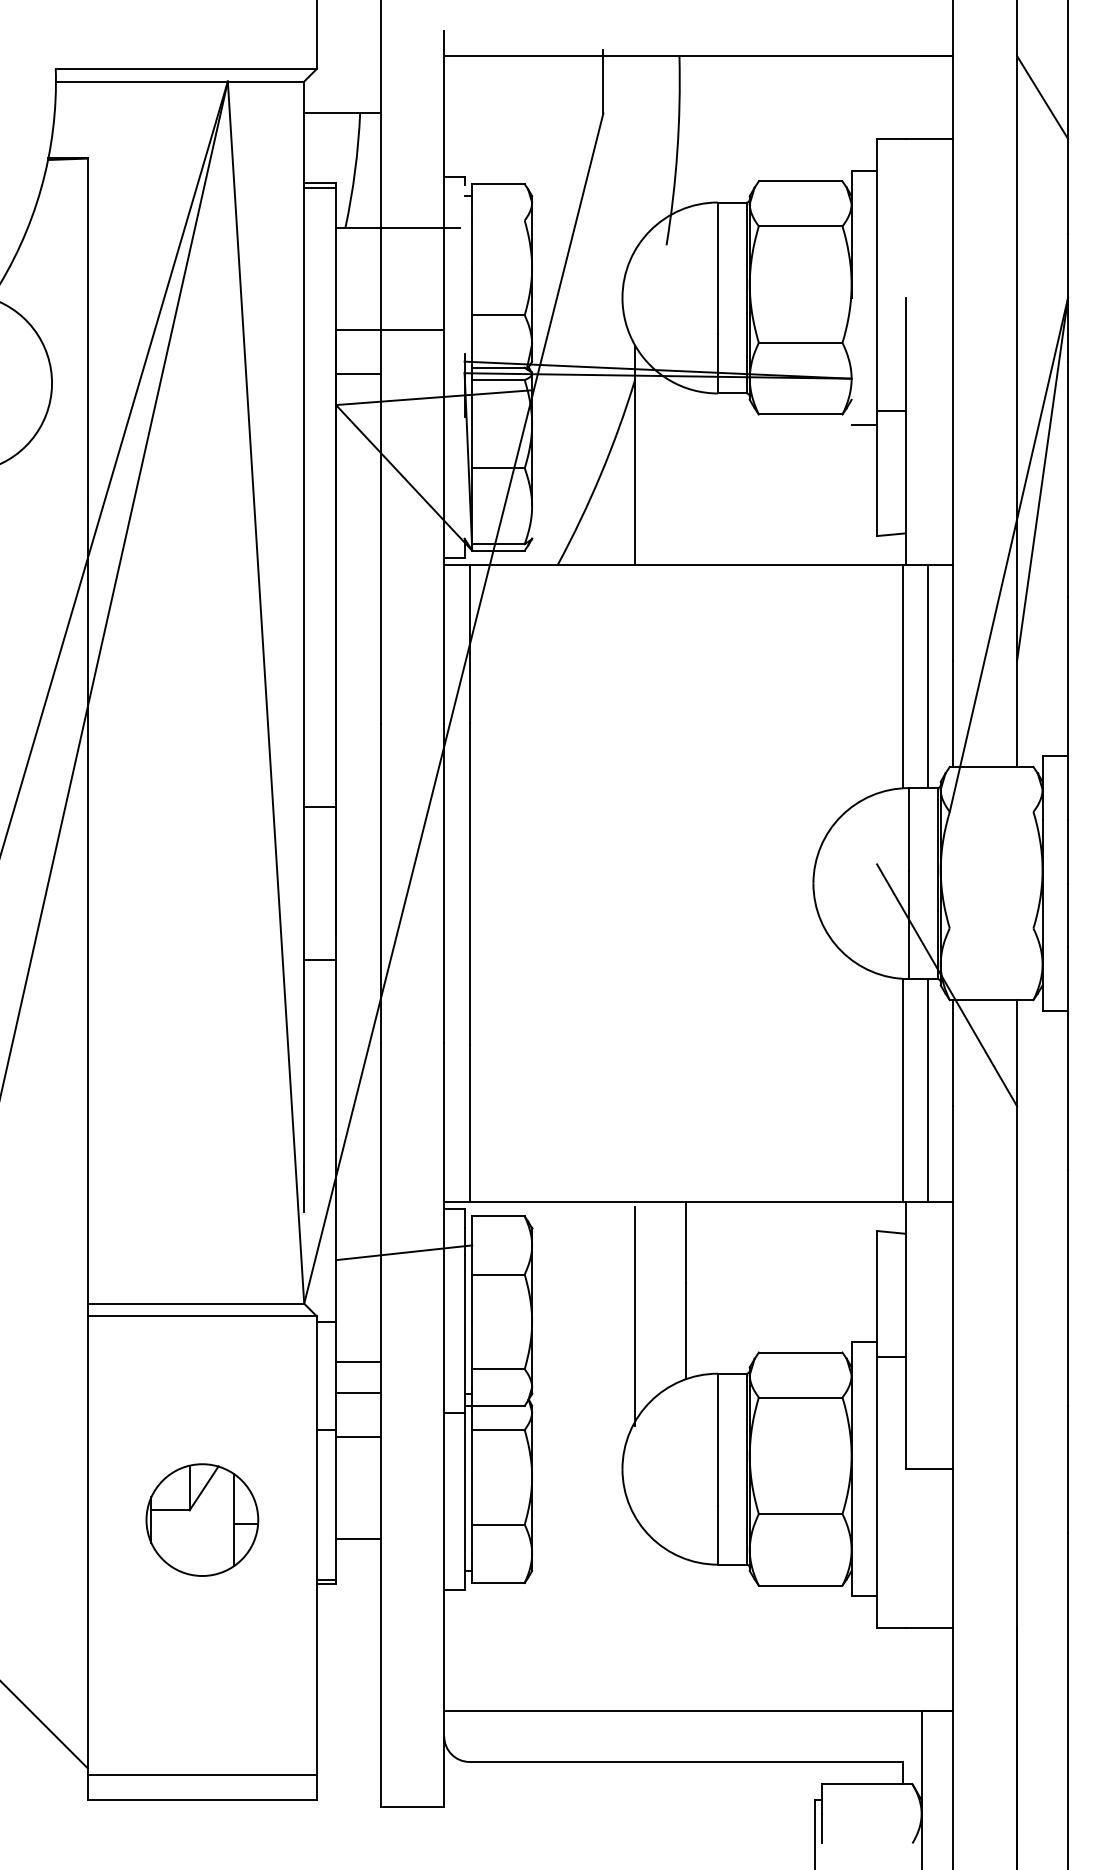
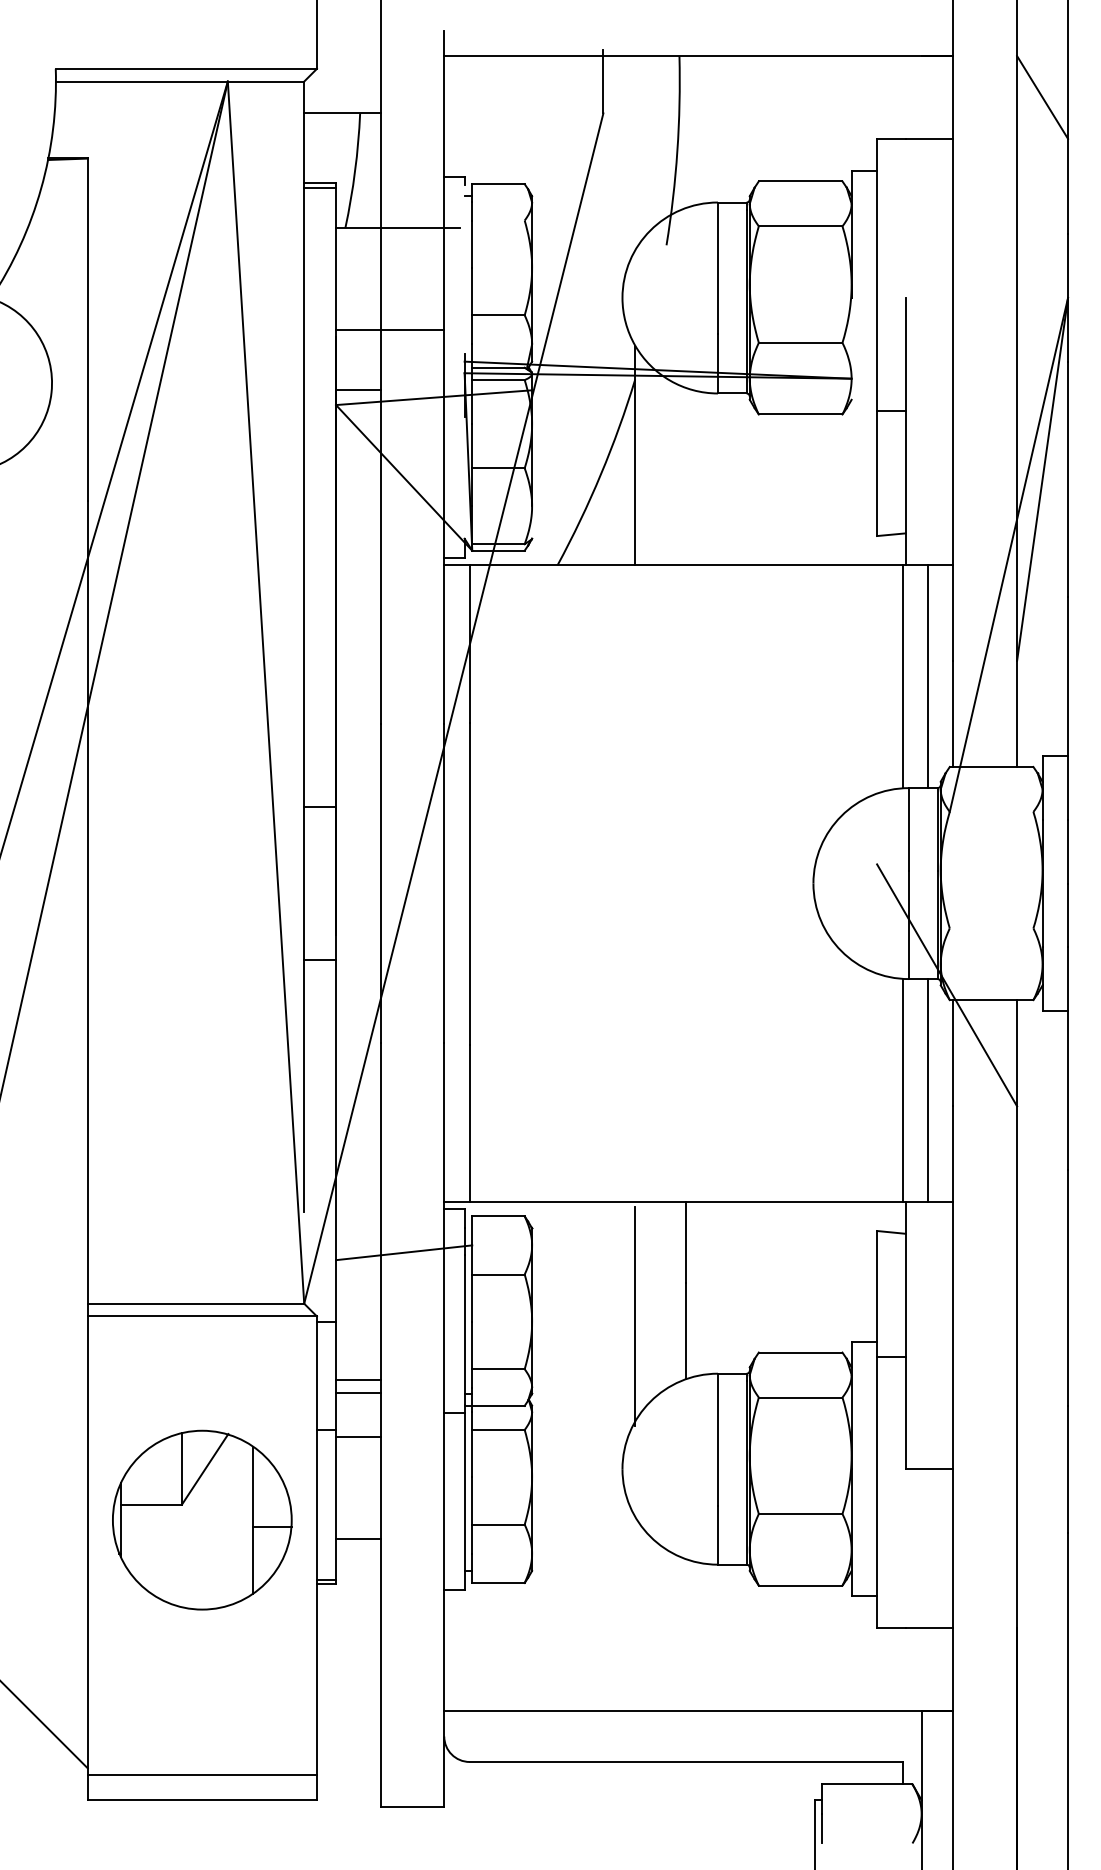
line at (358, 374) position: (358, 374) -> (358, 390)
line at (864, 425): present -> none
line at (358, 1362) position: (358, 1362) -> (358, 1380)
part at (202, 1519) size: 115x114 px -> 181x182 px
